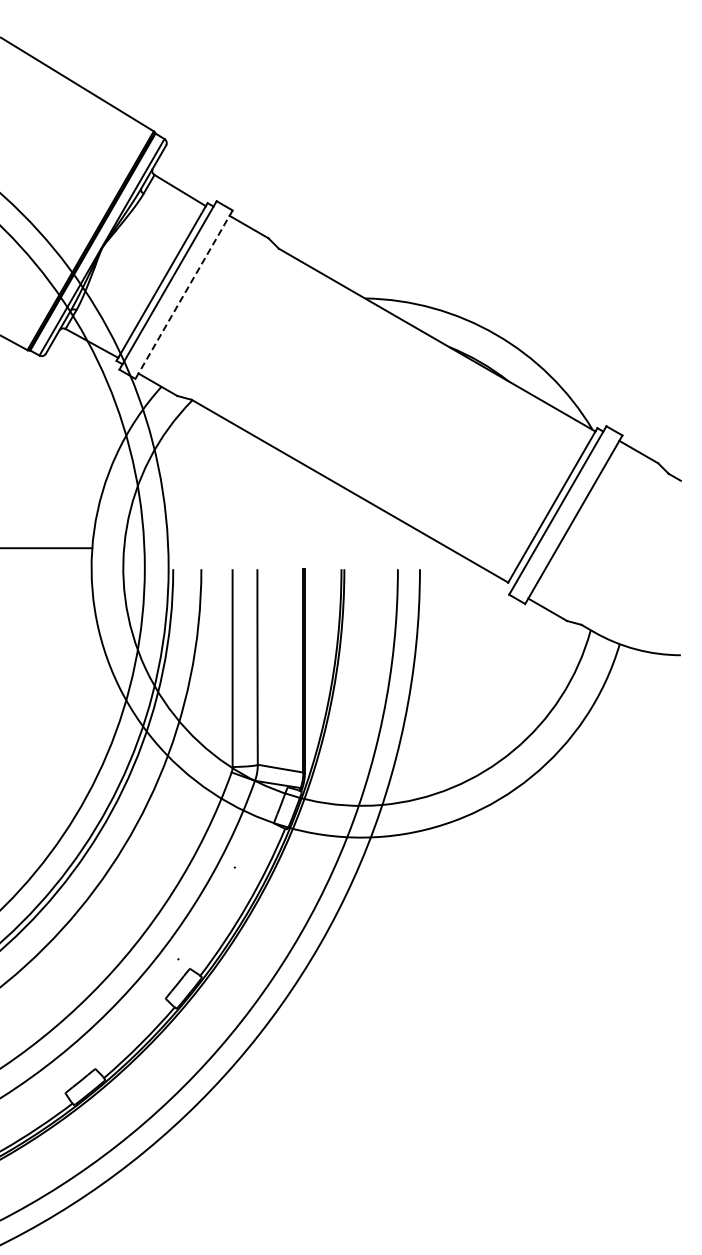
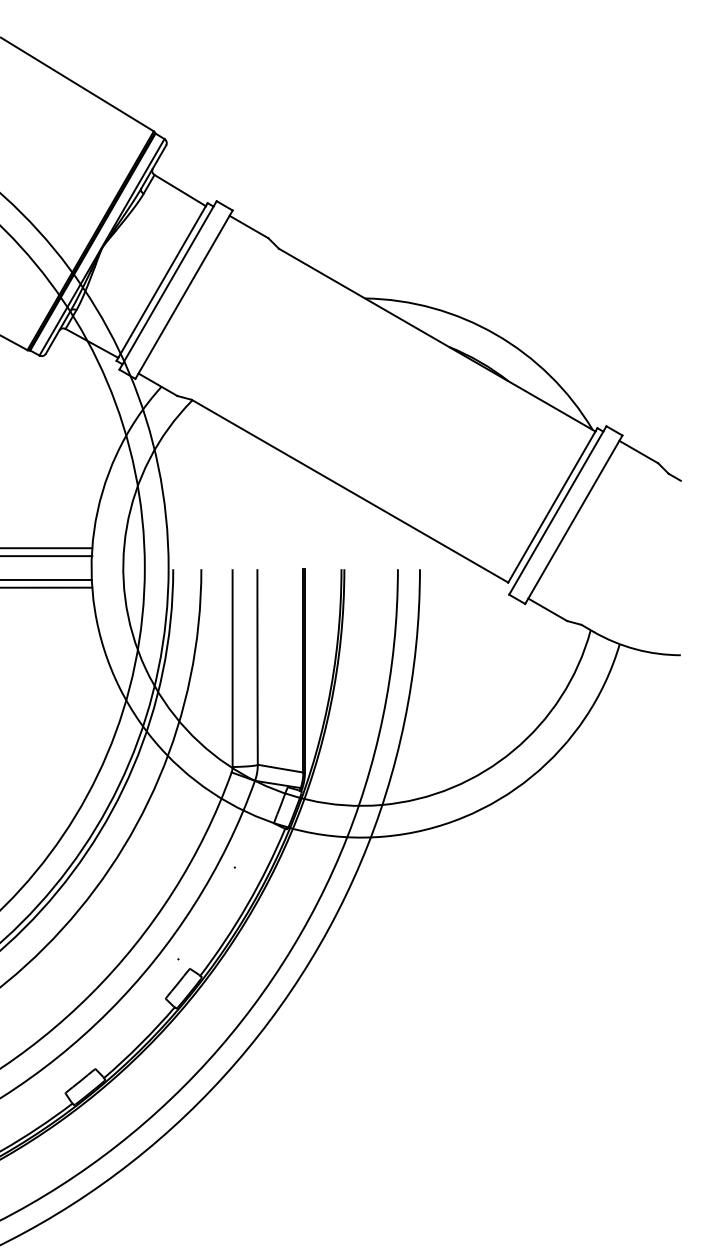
line at (183, 295): dashed -> solid
line at (47, 556): none -> present
line at (46, 579): none -> present
line at (47, 587): none -> present
